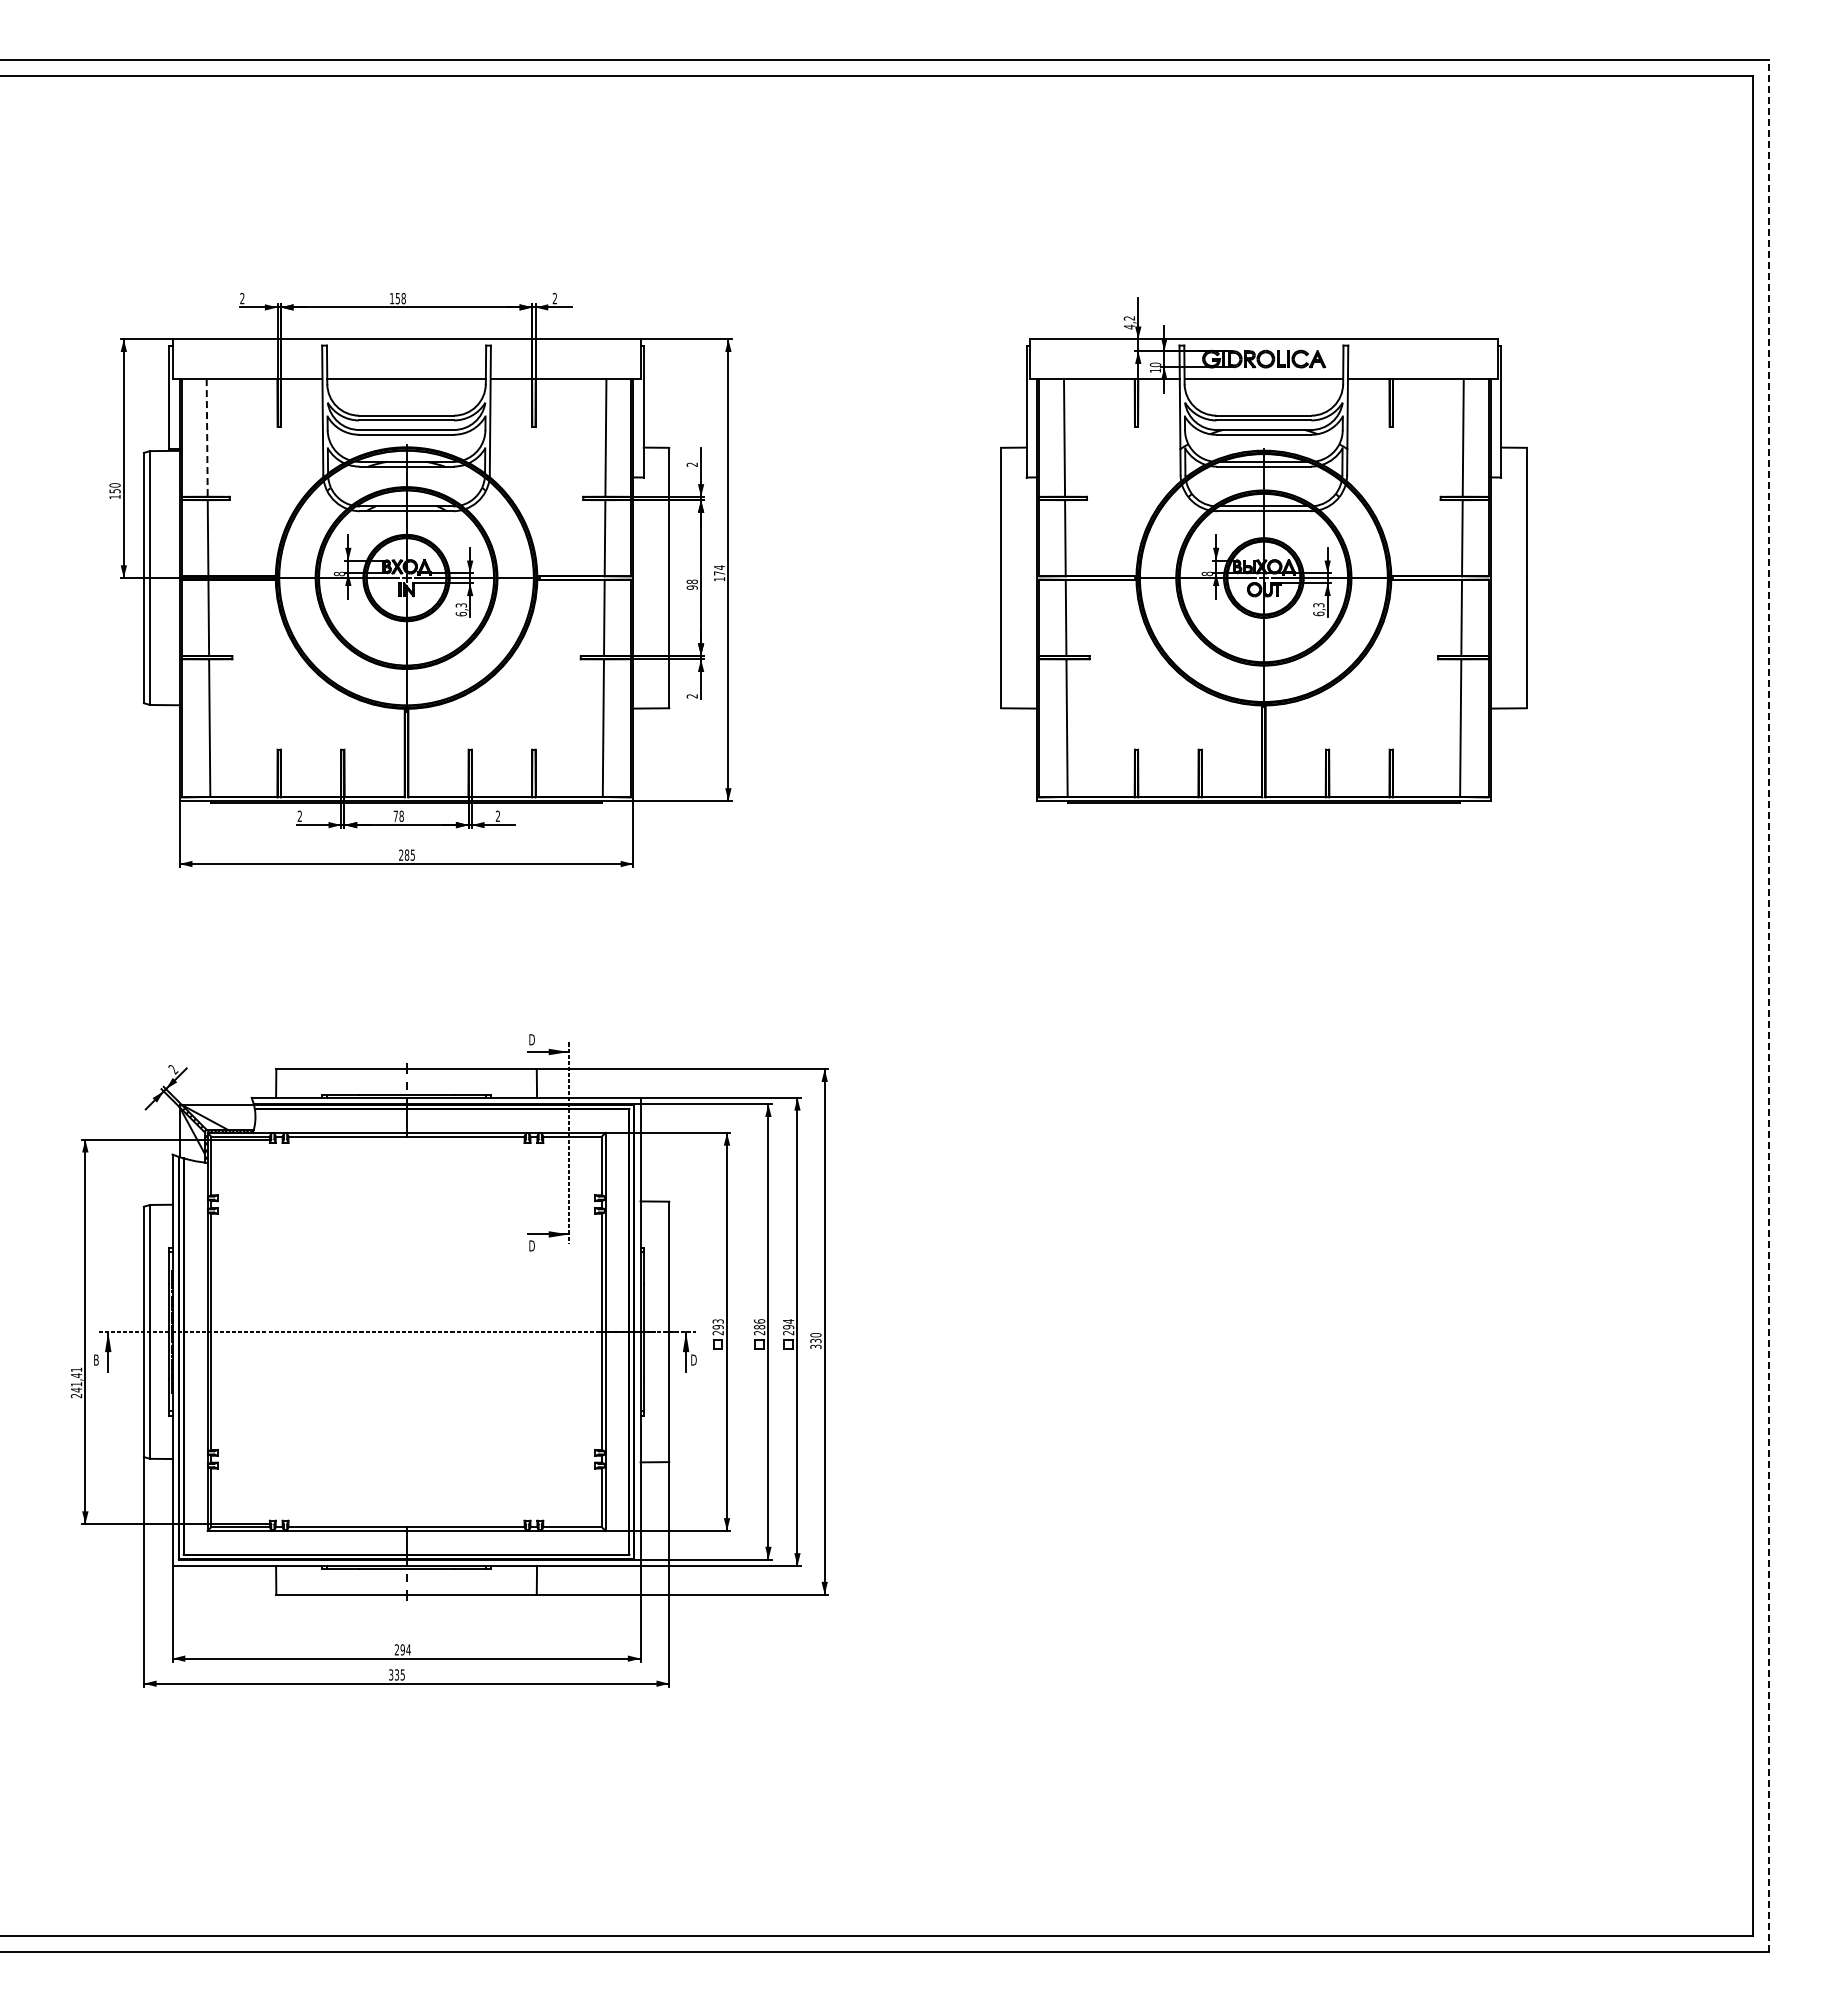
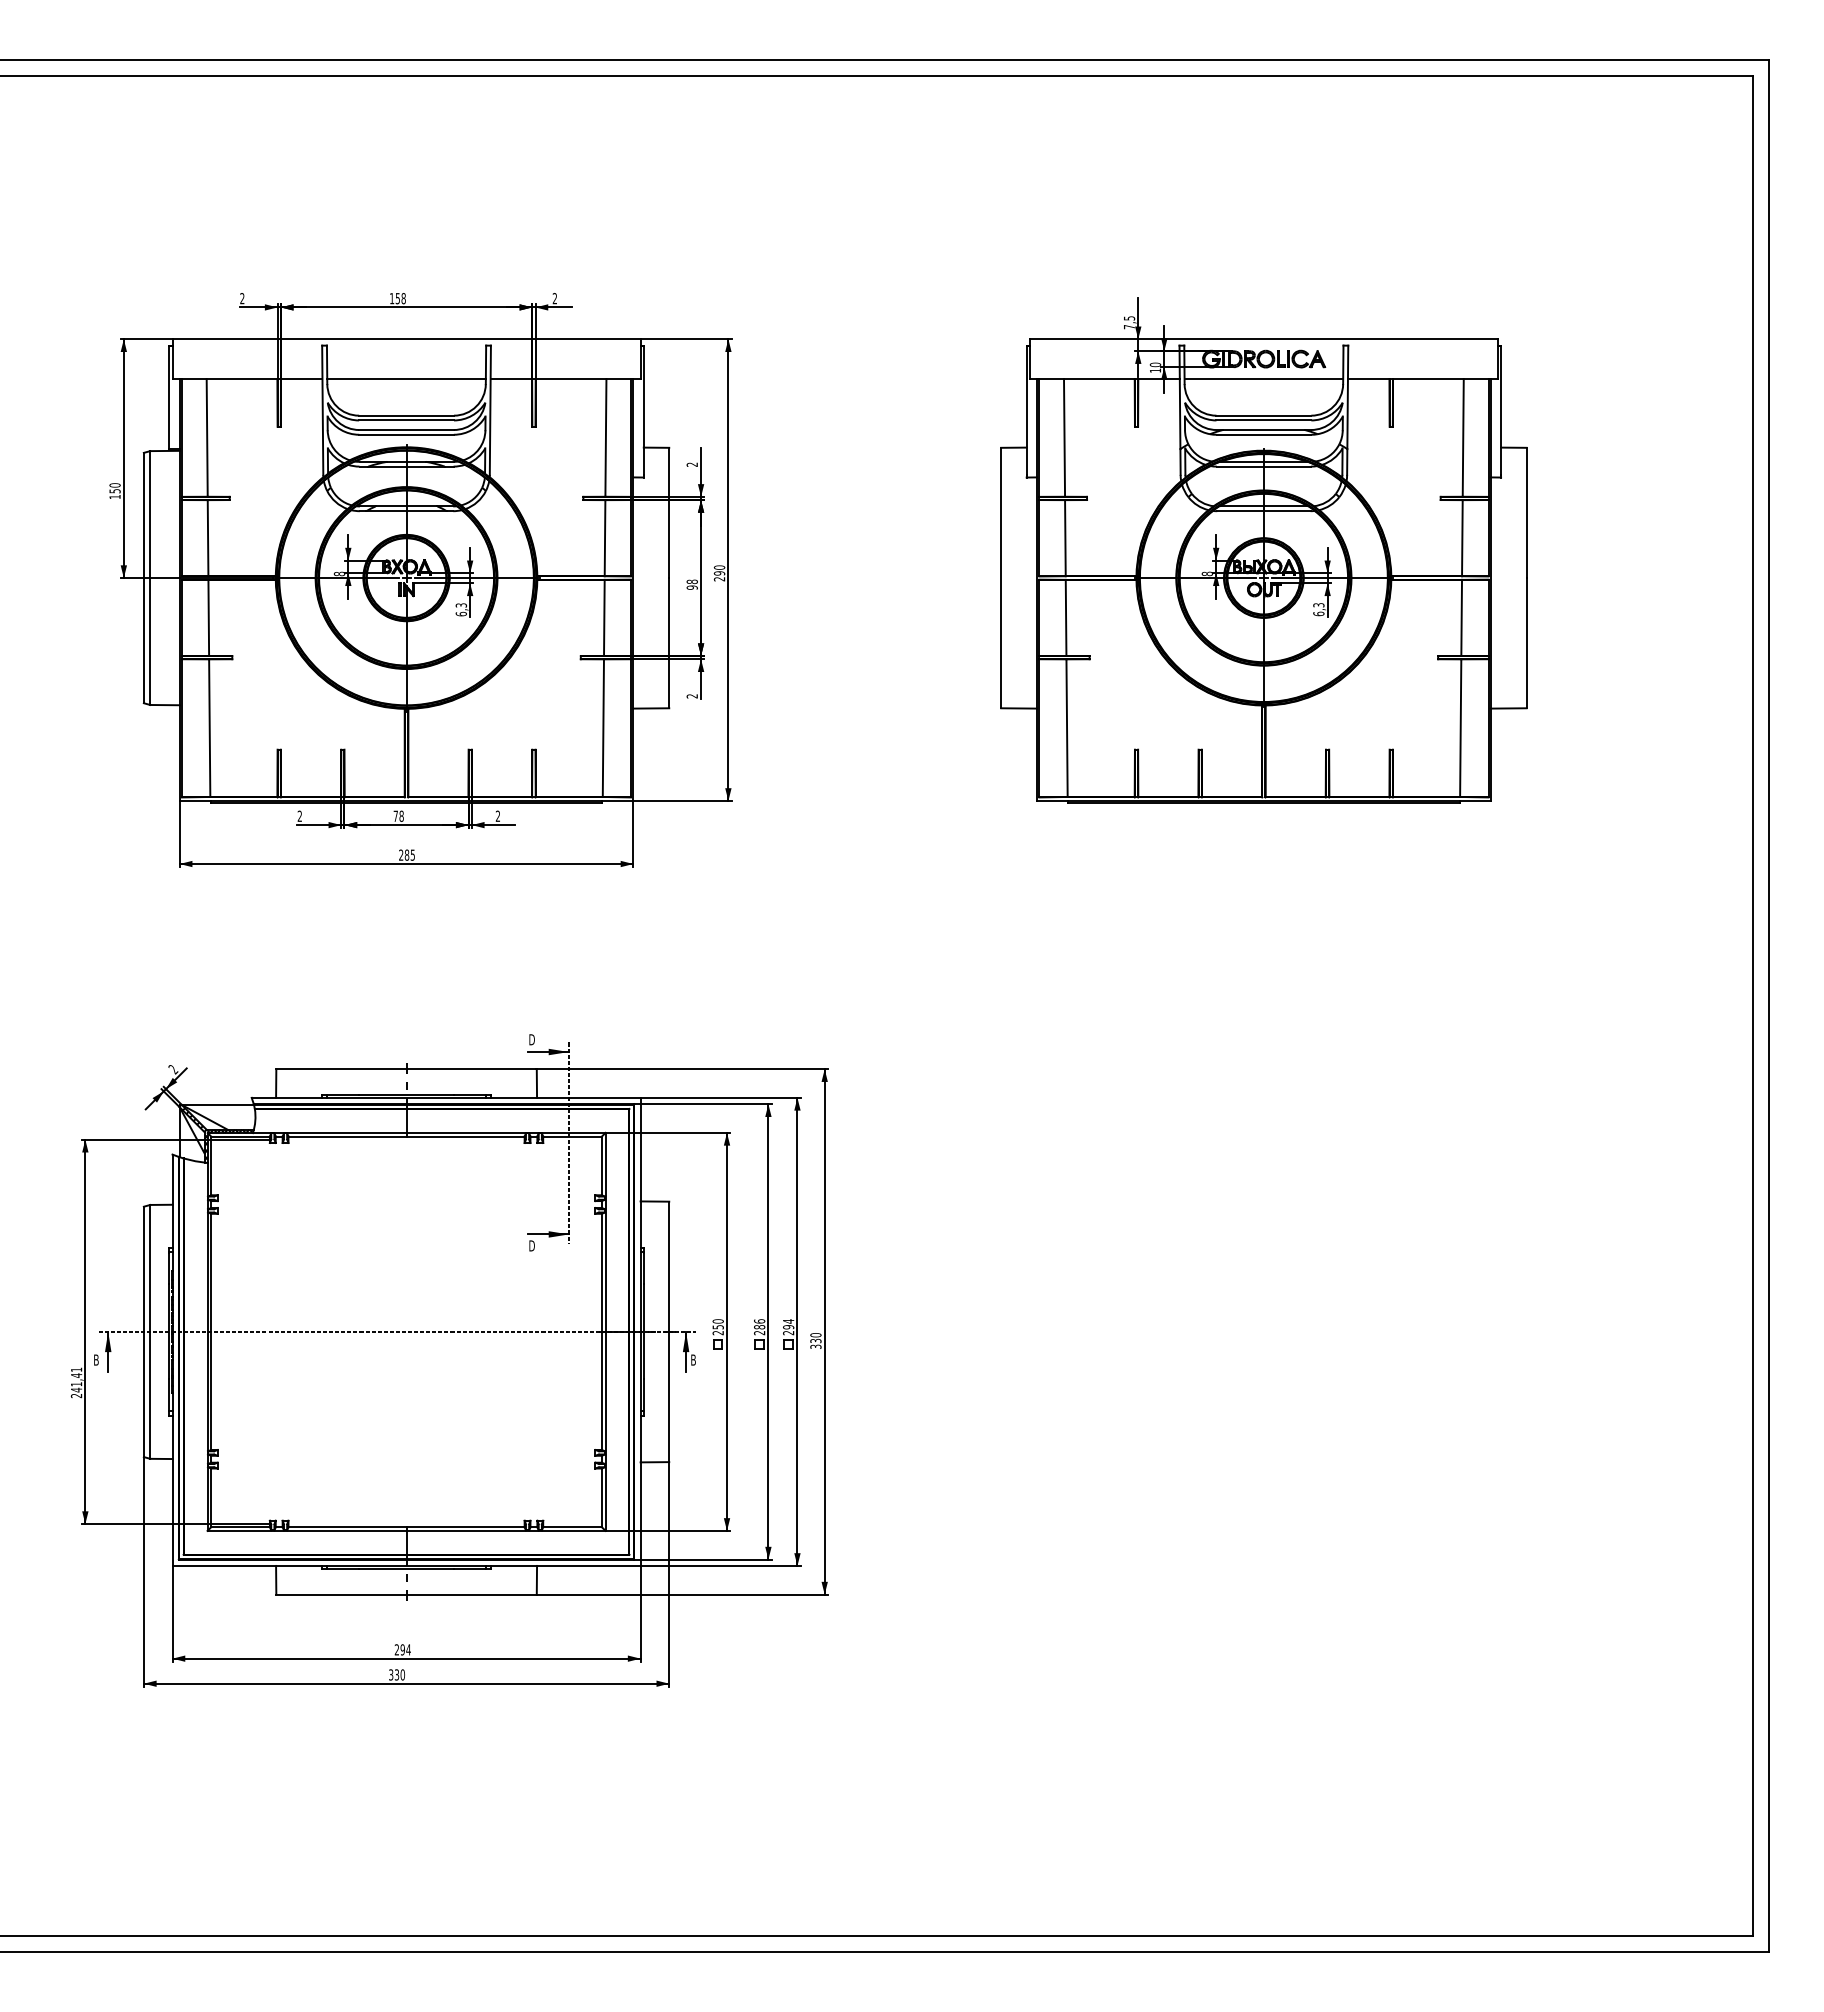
text at (1129, 322): 4,2 -> 7,5
line at (207, 437): dashed -> solid
text at (719, 573): 174 -> 290
line at (1769, 1006): dashed -> solid
text at (717, 1324): 293 -> 250
text at (694, 1360): D -> B
text at (402, 1674): 335 -> 330
